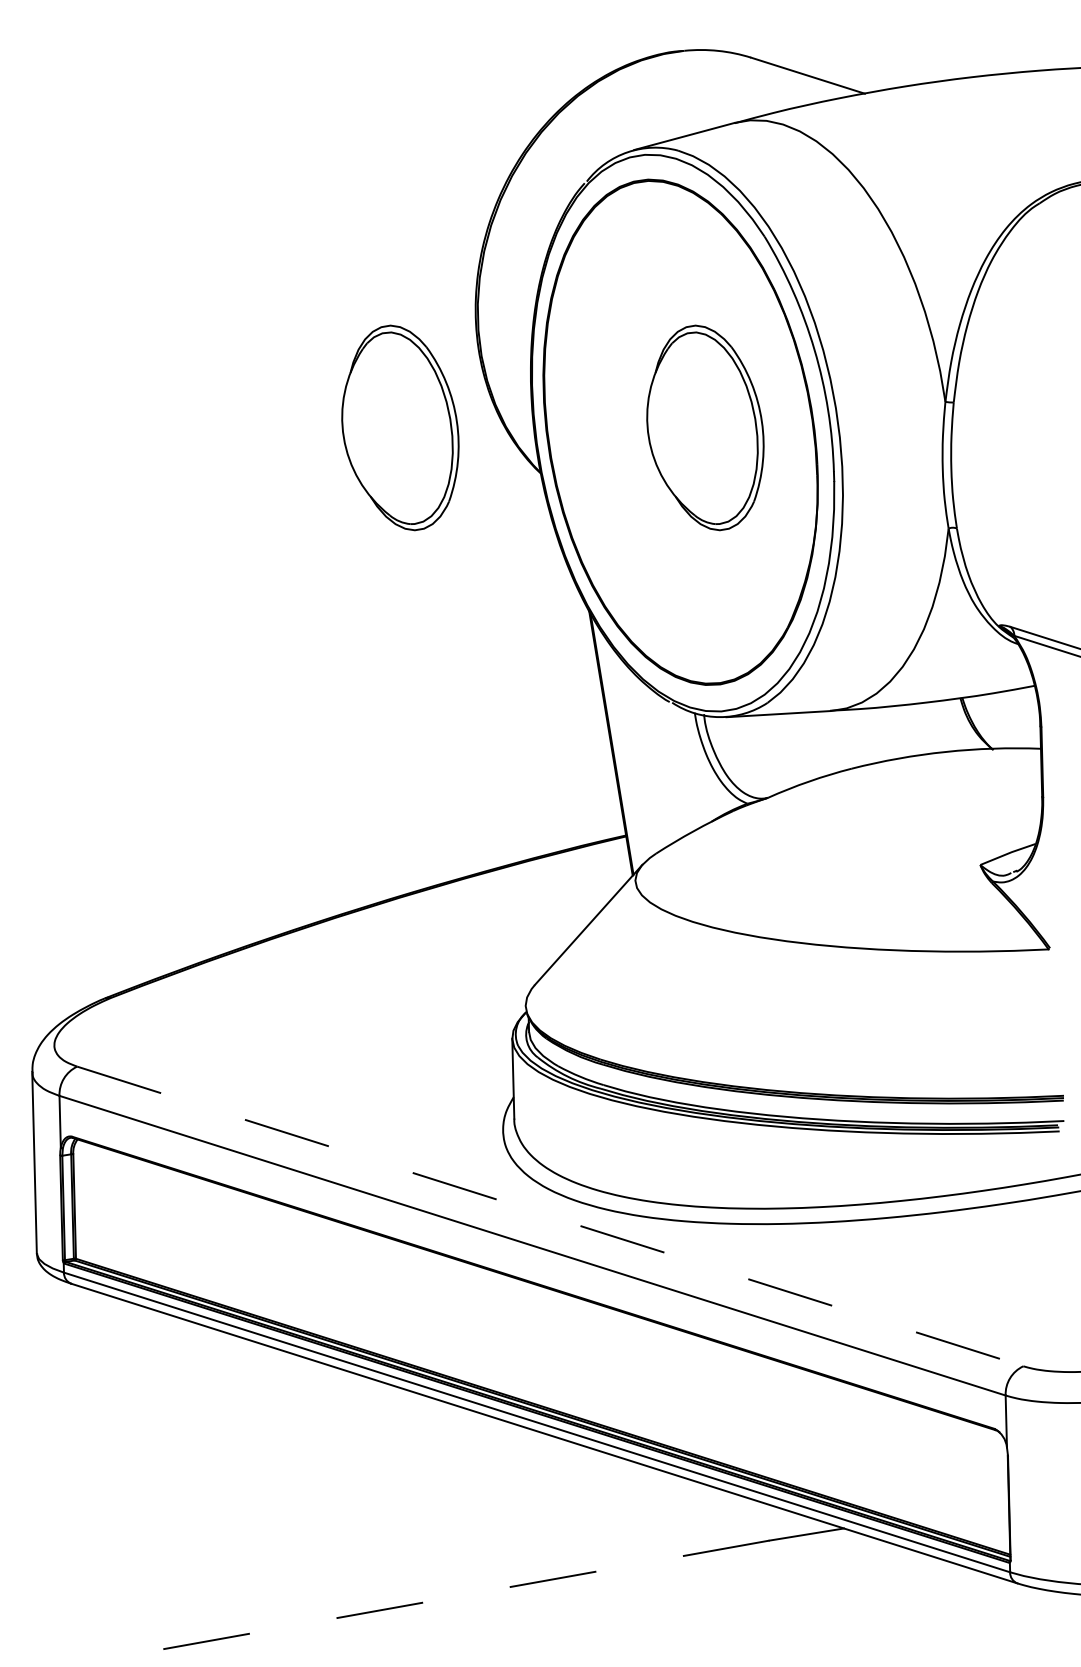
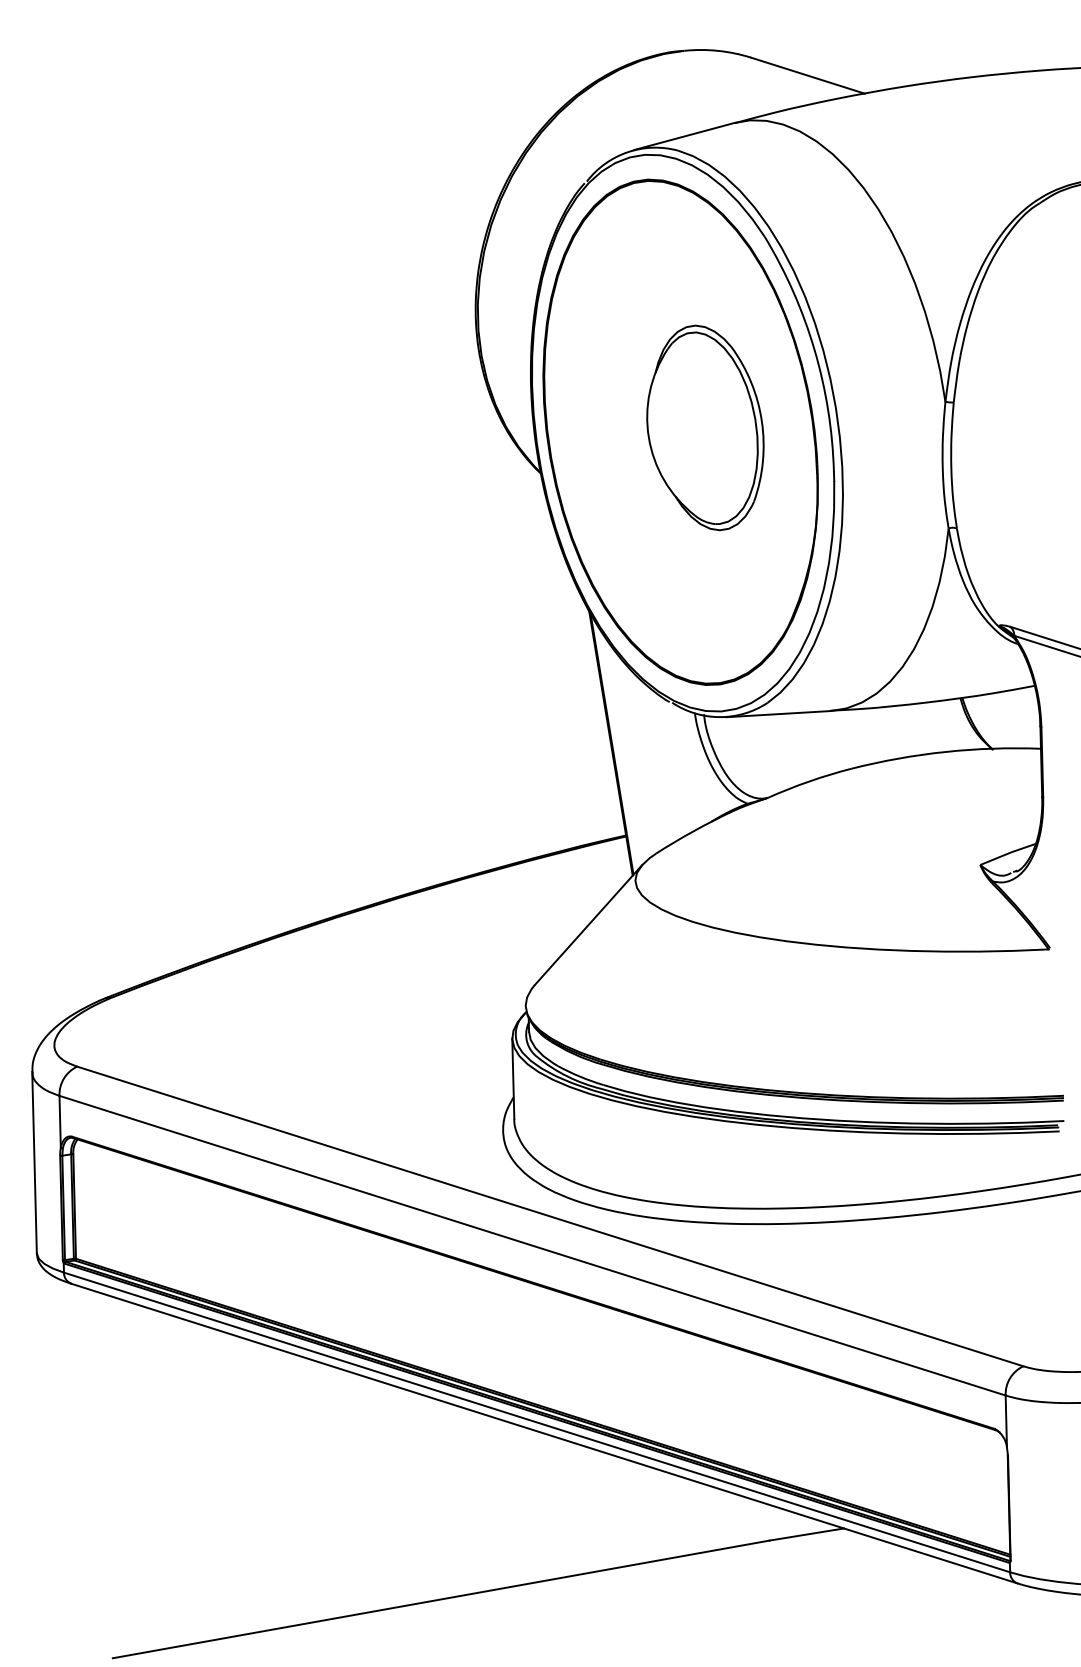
part at (400, 427): present -> none
line at (550, 1216): dashed -> solid
line at (441, 1599): dashed -> solid
